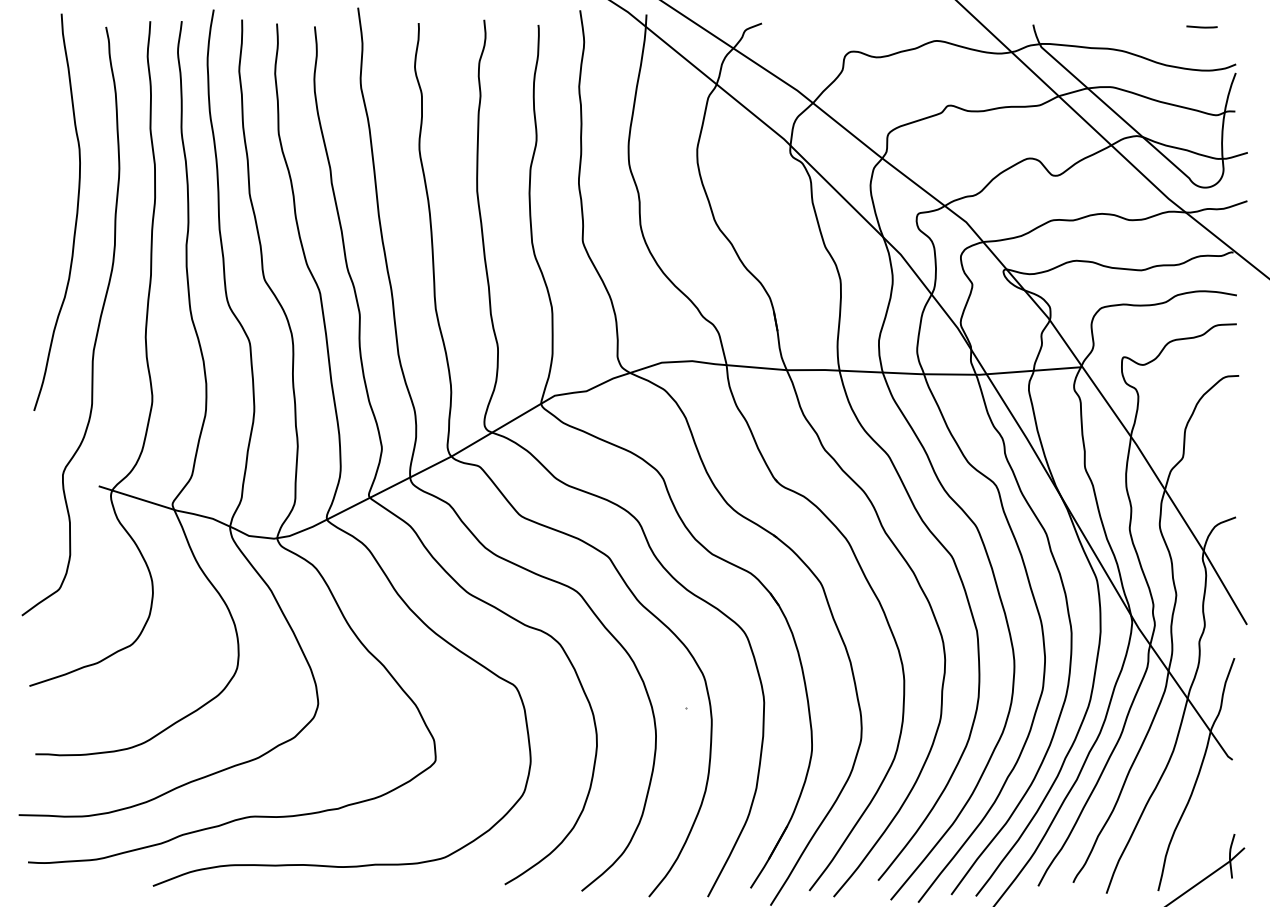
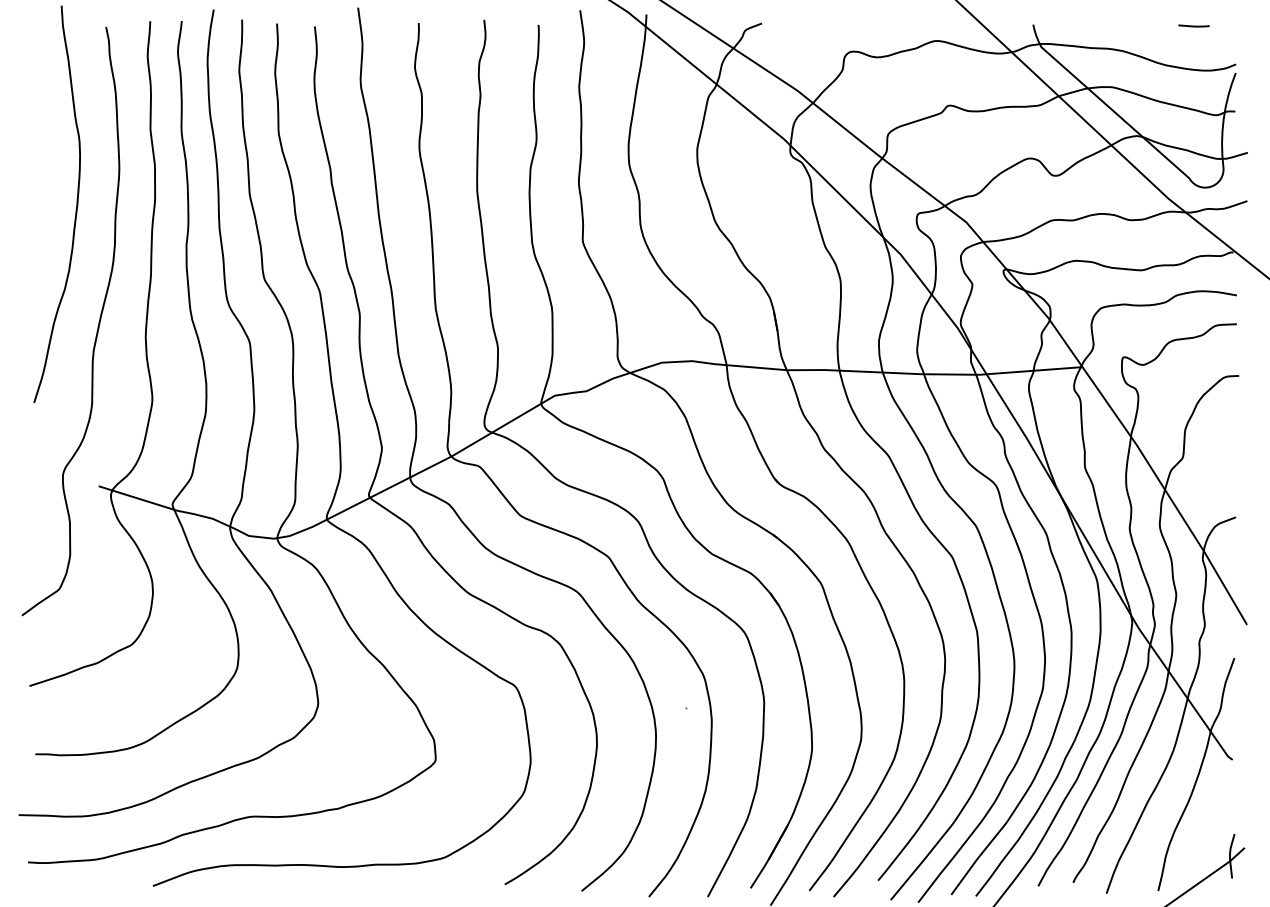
line at (1201, 26) position: (1201, 26) -> (1193, 25)
curve at (75, 217) position: (75, 217) -> (75, 209)
